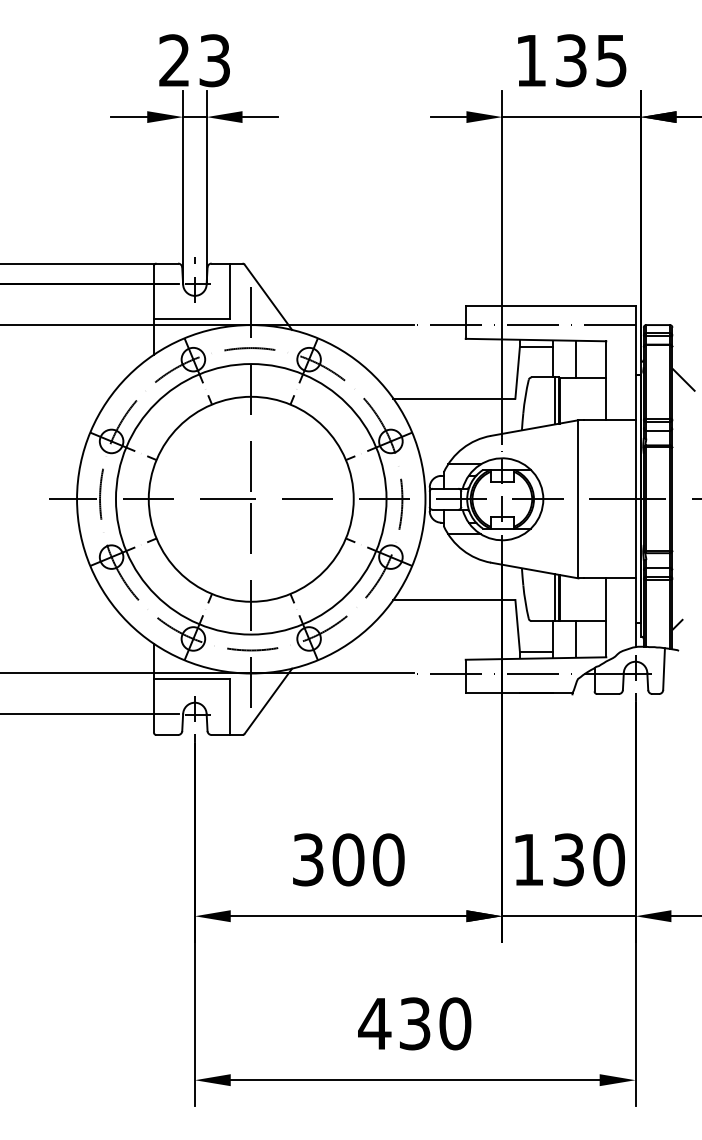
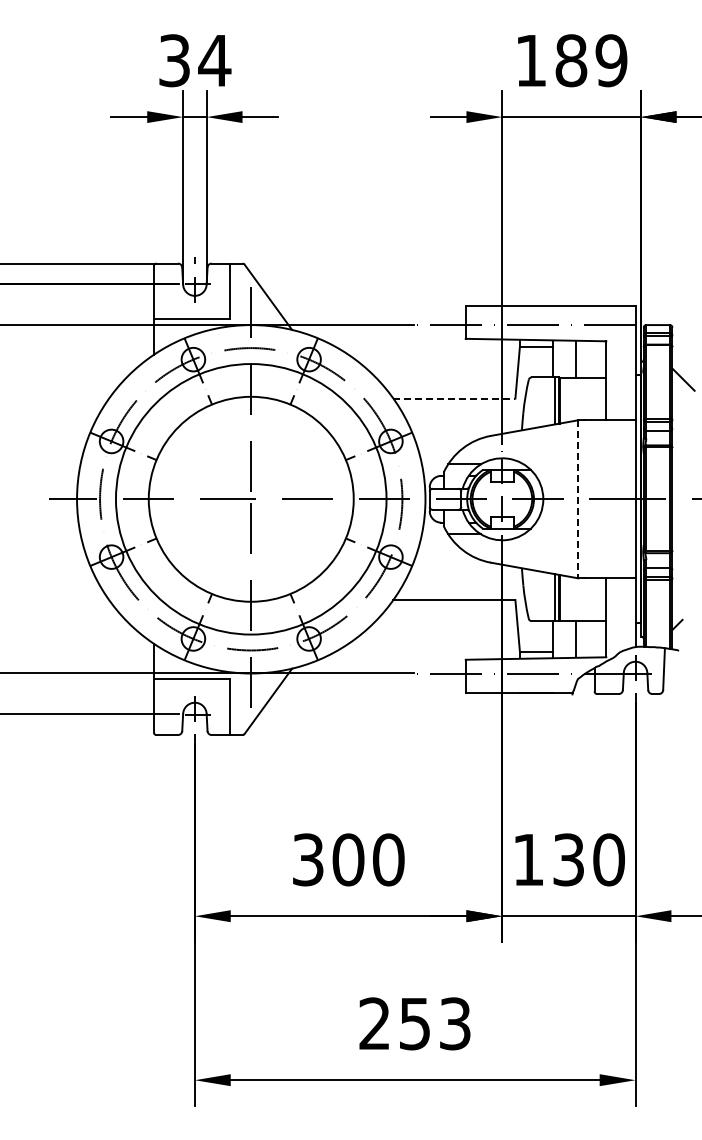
text at (195, 60): 23 -> 34
text at (591, 60): 135 -> 189
line at (454, 398): solid -> dashed
line at (578, 499): solid -> dashed
text at (414, 1023): 430 -> 253
